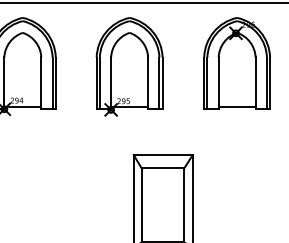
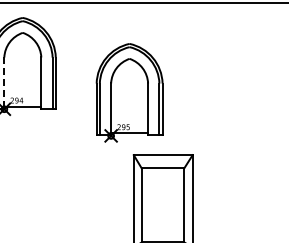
part at (236, 63): present -> none
part at (129, 66) position: (129, 66) -> (129, 92)
line at (4, 83): solid -> dashed
